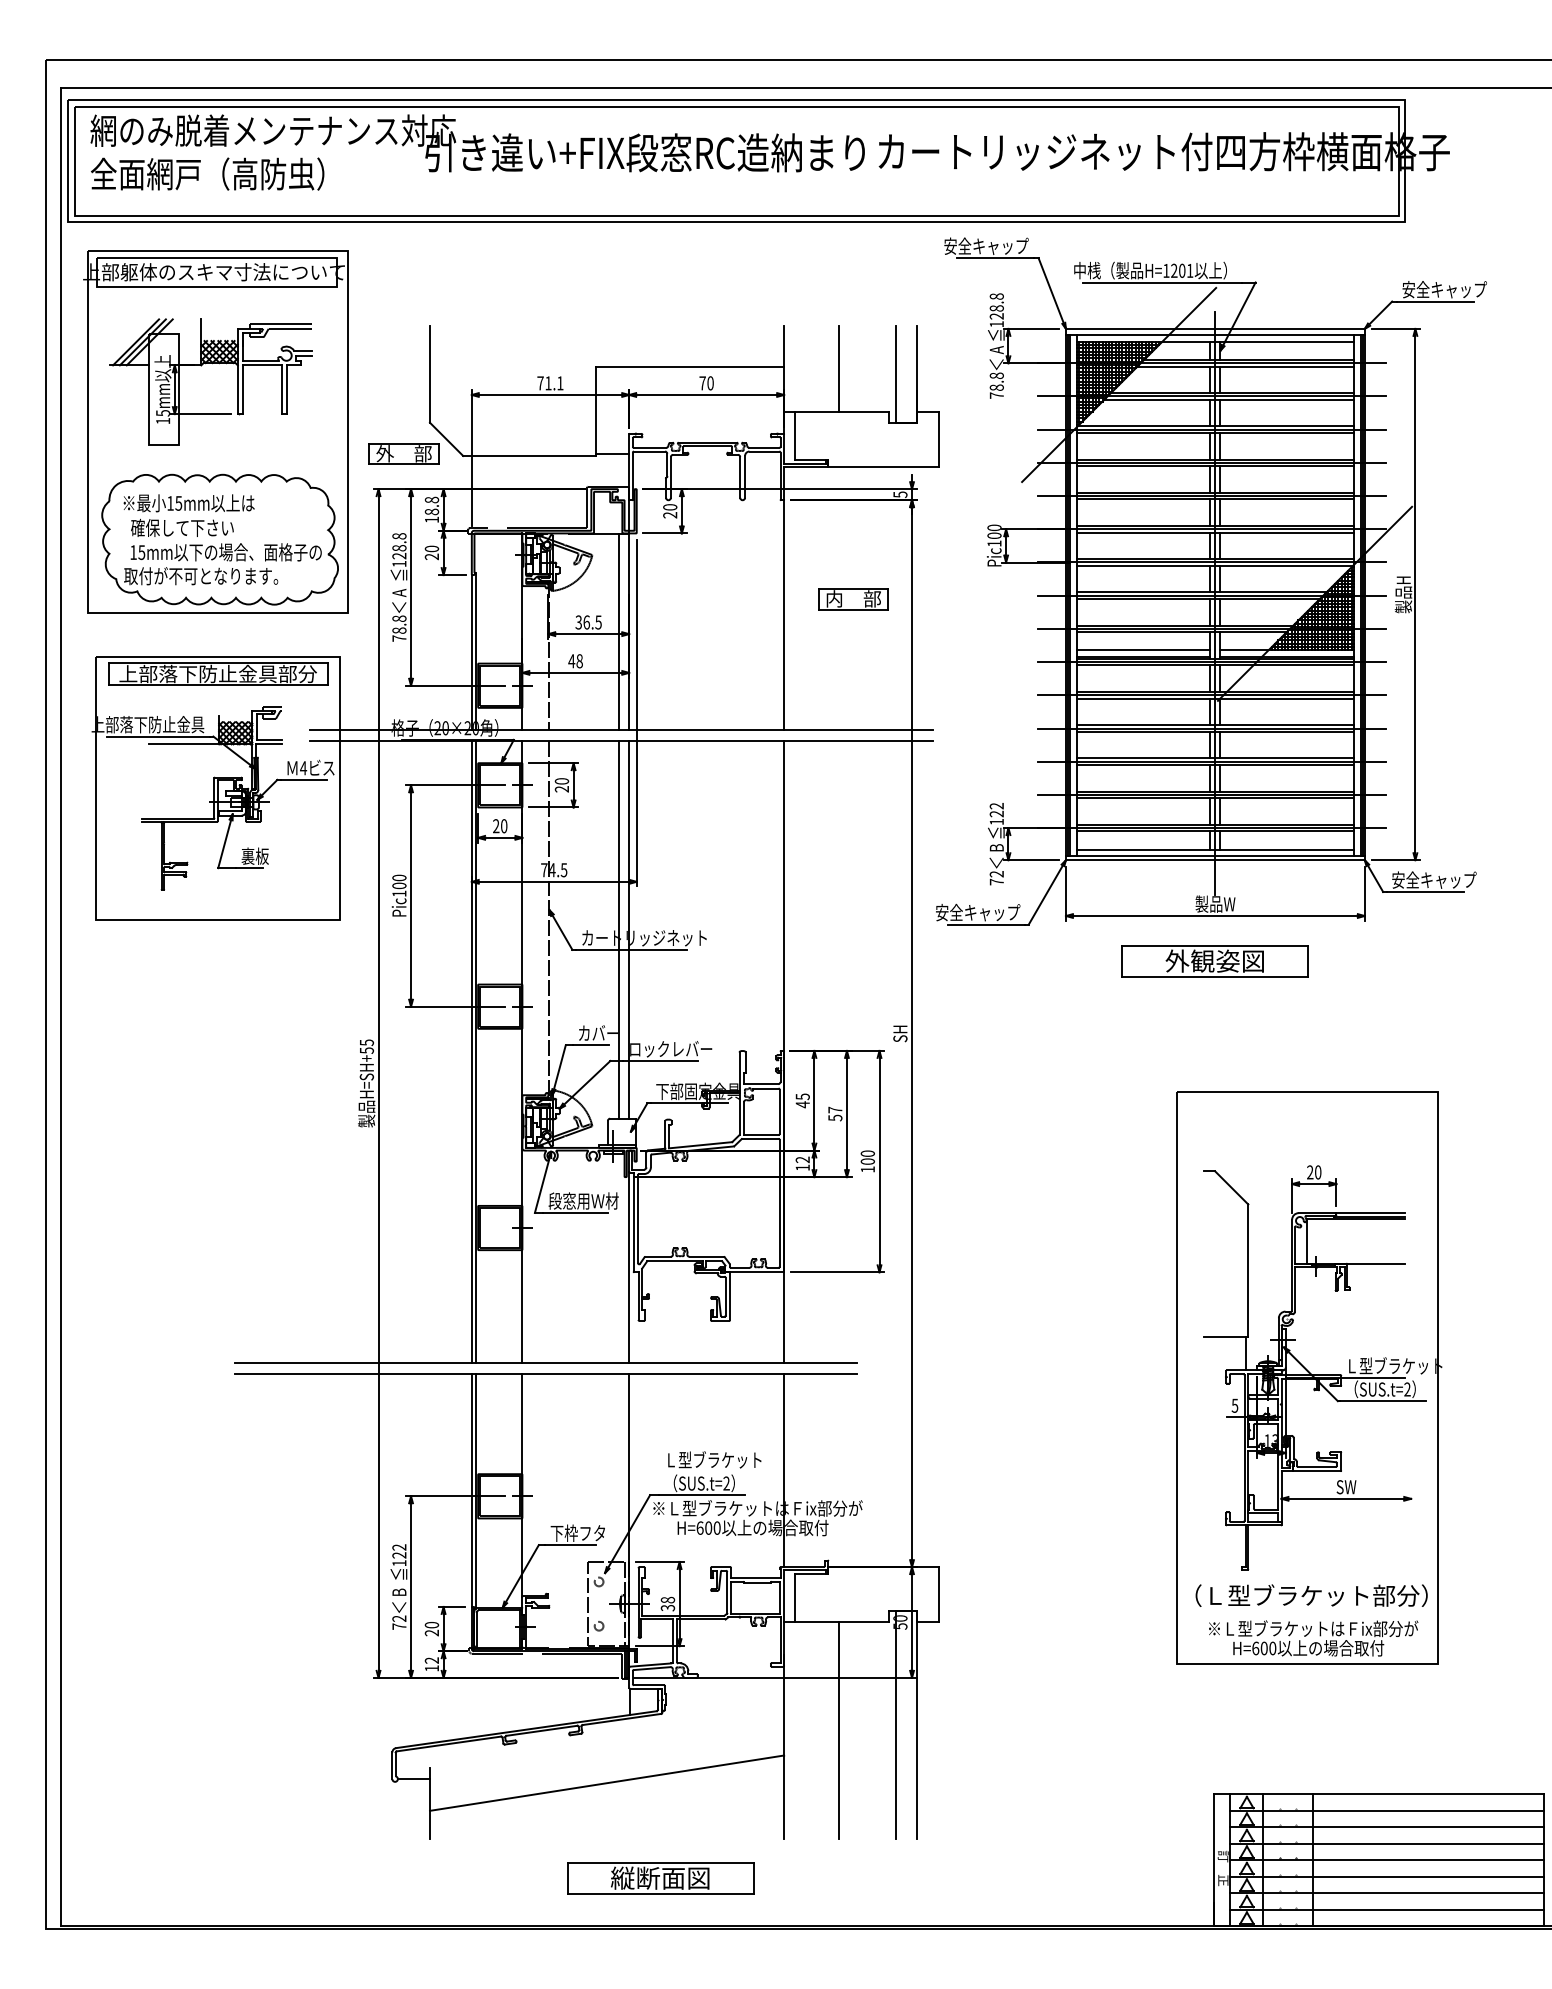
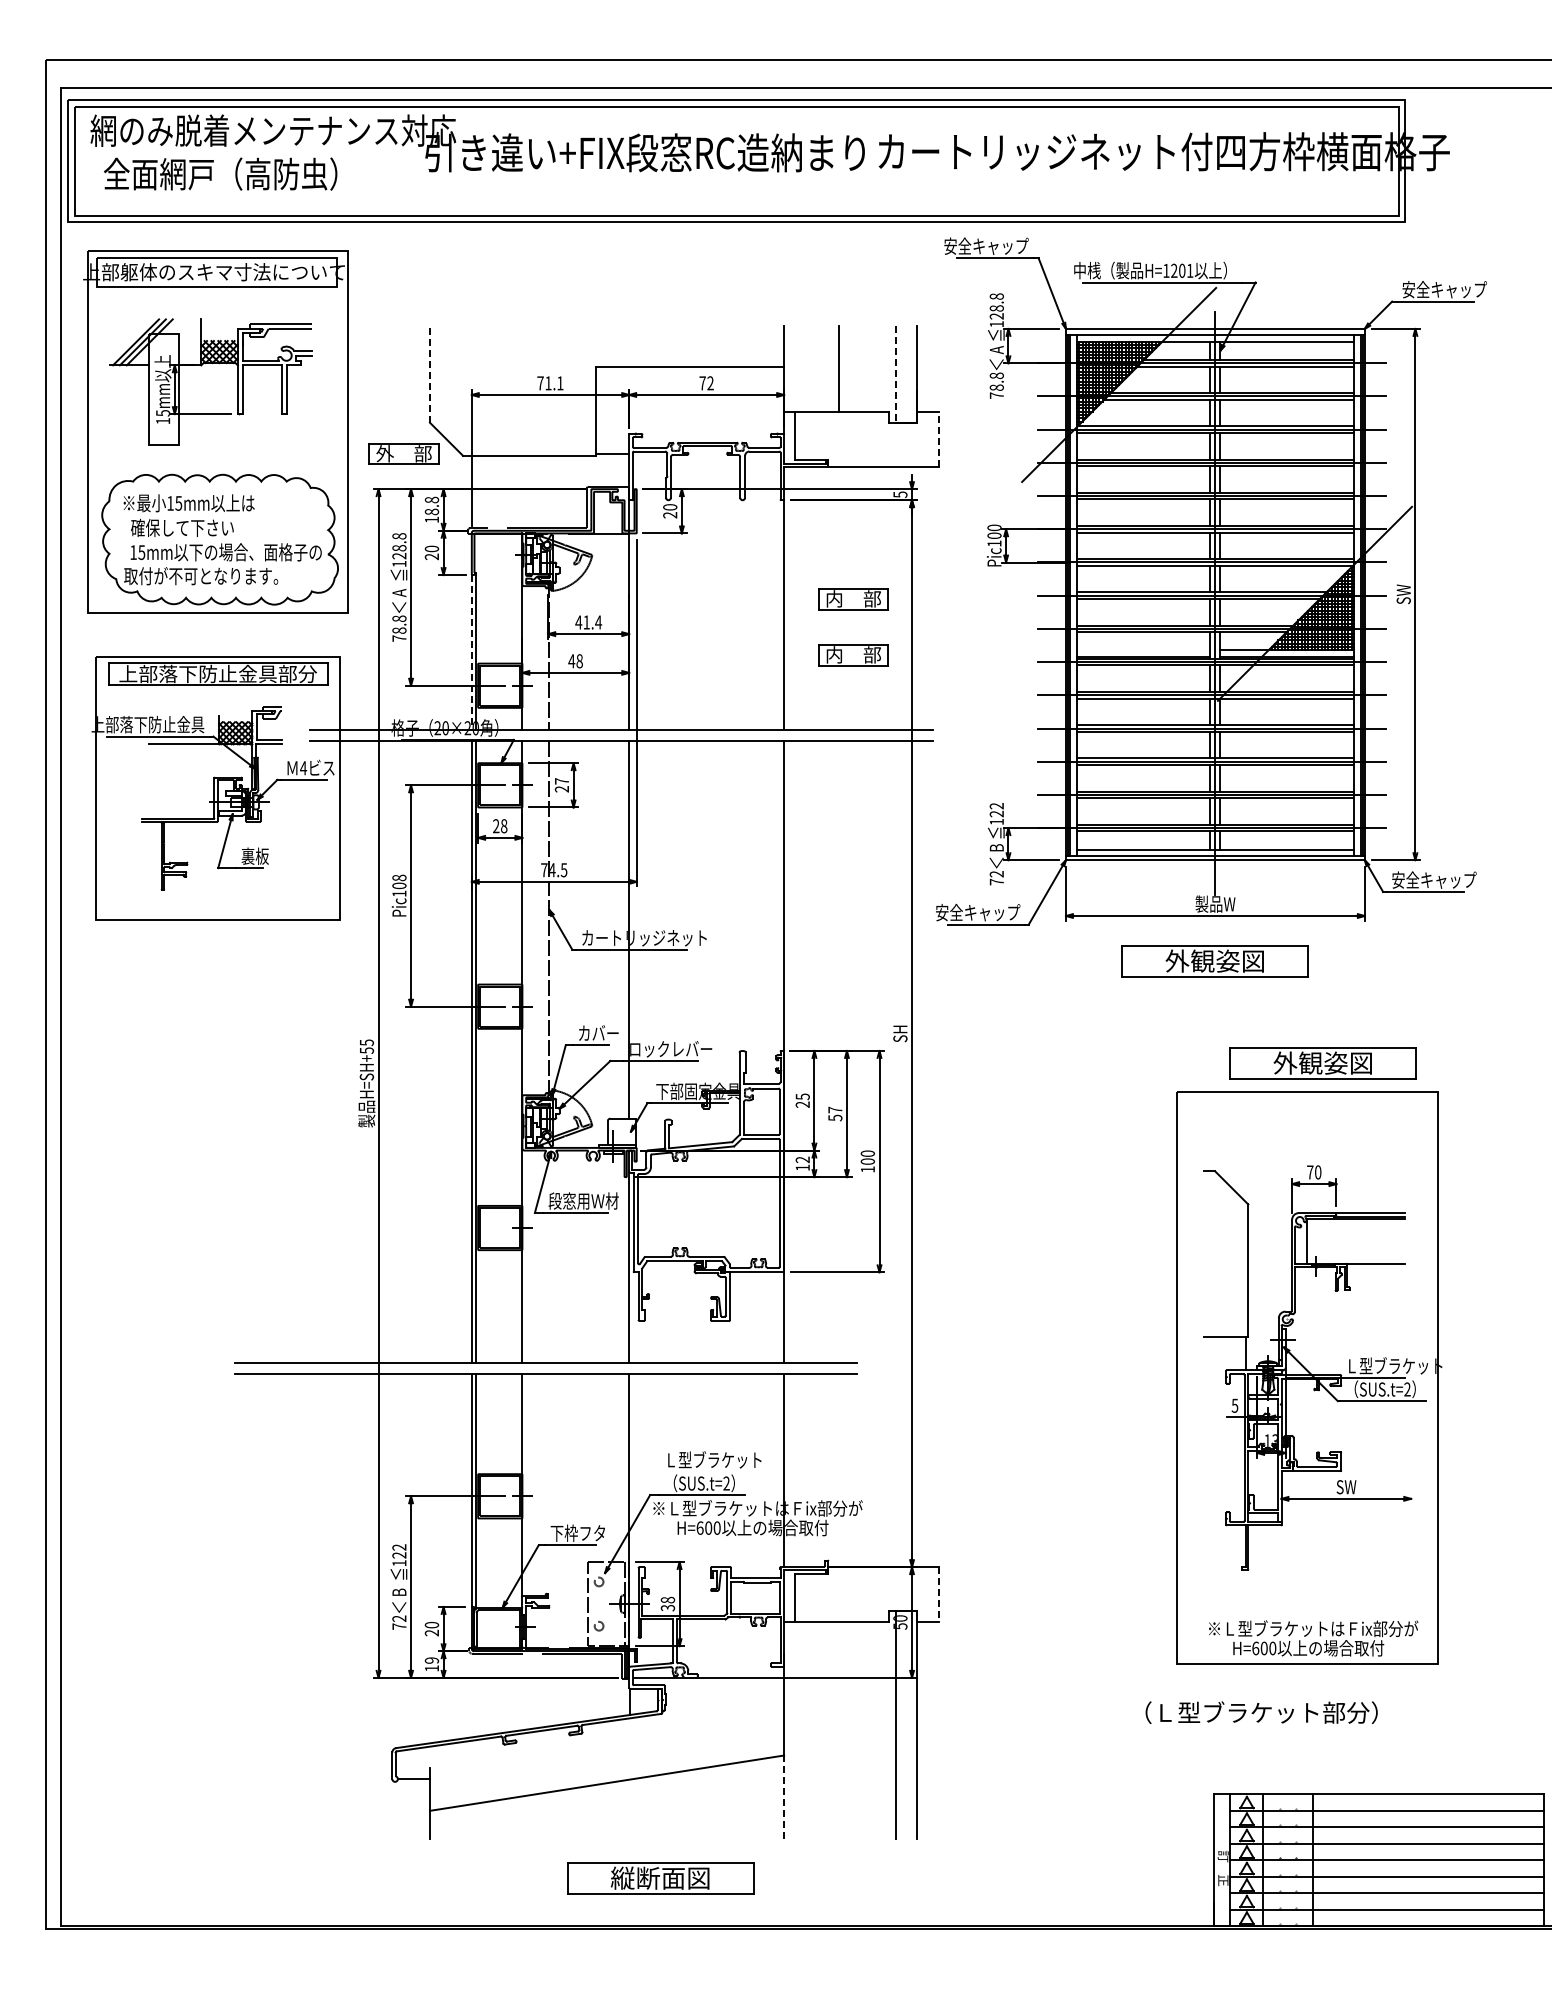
text at (207, 173) position: (207, 173) -> (220, 173)
line at (429, 374): solid -> dashed
line at (895, 374): solid -> dashed
text at (710, 383): 70 -> 72
line at (939, 439): solid -> dashed
text at (1403, 594): 製品H -> SW
text at (588, 622): 36.5 -> 41.4
line at (619, 631): present -> none
line at (1143, 650): present -> none
line at (471, 653): solid -> dashed
part at (853, 655): none -> present
text at (561, 781): 20 -> 27
text at (504, 825): 20 -> 28
text at (399, 877): Pic100 -> Pic108
line at (619, 929): present -> none
part at (1322, 1063): none -> present
text at (802, 1104): 45 -> 25
text at (1310, 1172): 20 -> 70
line at (939, 1594): solid -> dashed
text at (1311, 1595) position: (1311, 1595) -> (1261, 1712)
text at (432, 1660): 12 -> 19
line at (839, 1730): present -> none
line at (784, 1797): solid -> dashed
